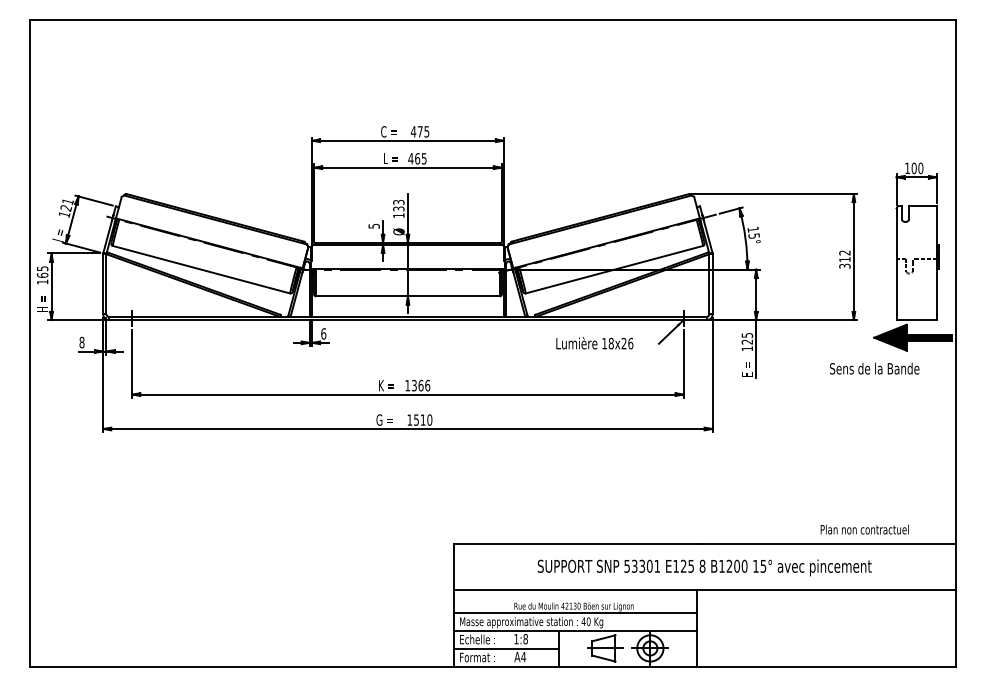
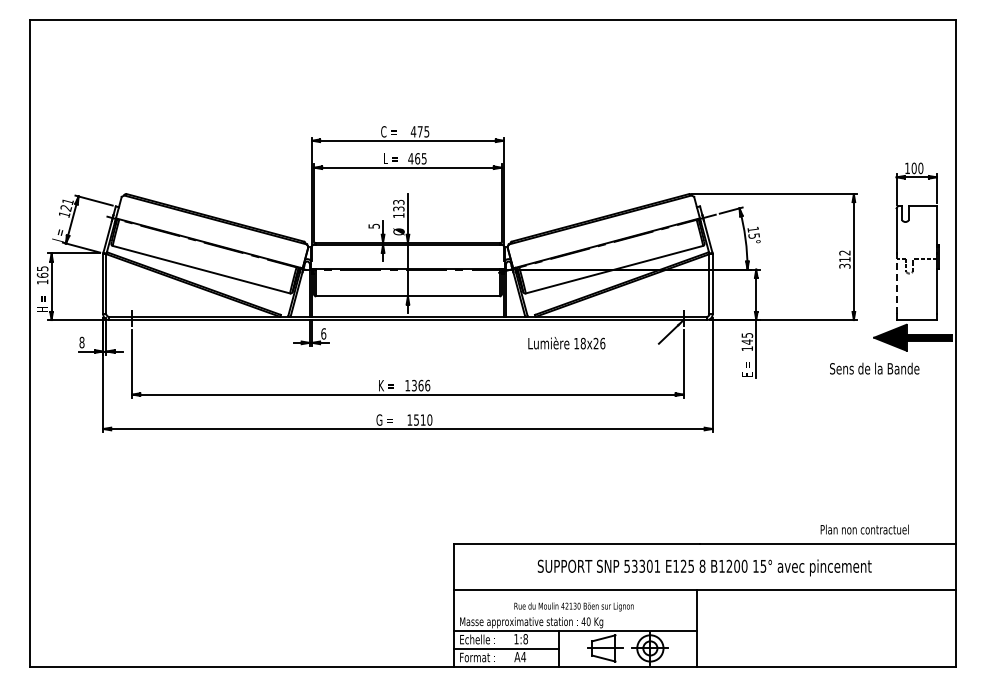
line at (896, 283): solid -> dashed
text at (746, 341): 125 -> 145
text at (594, 343) position: (594, 343) -> (566, 343)
line at (575, 613): present -> none
